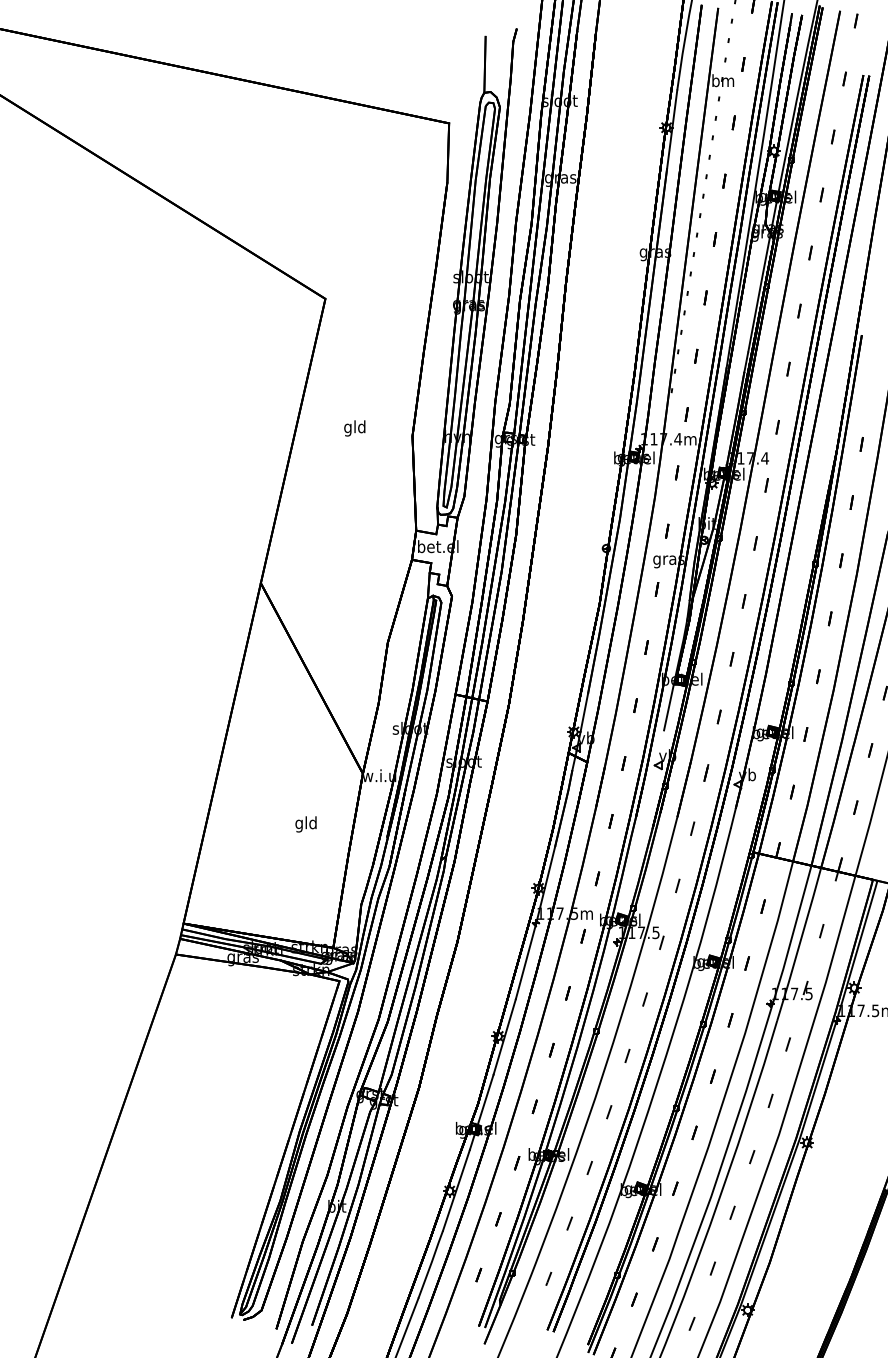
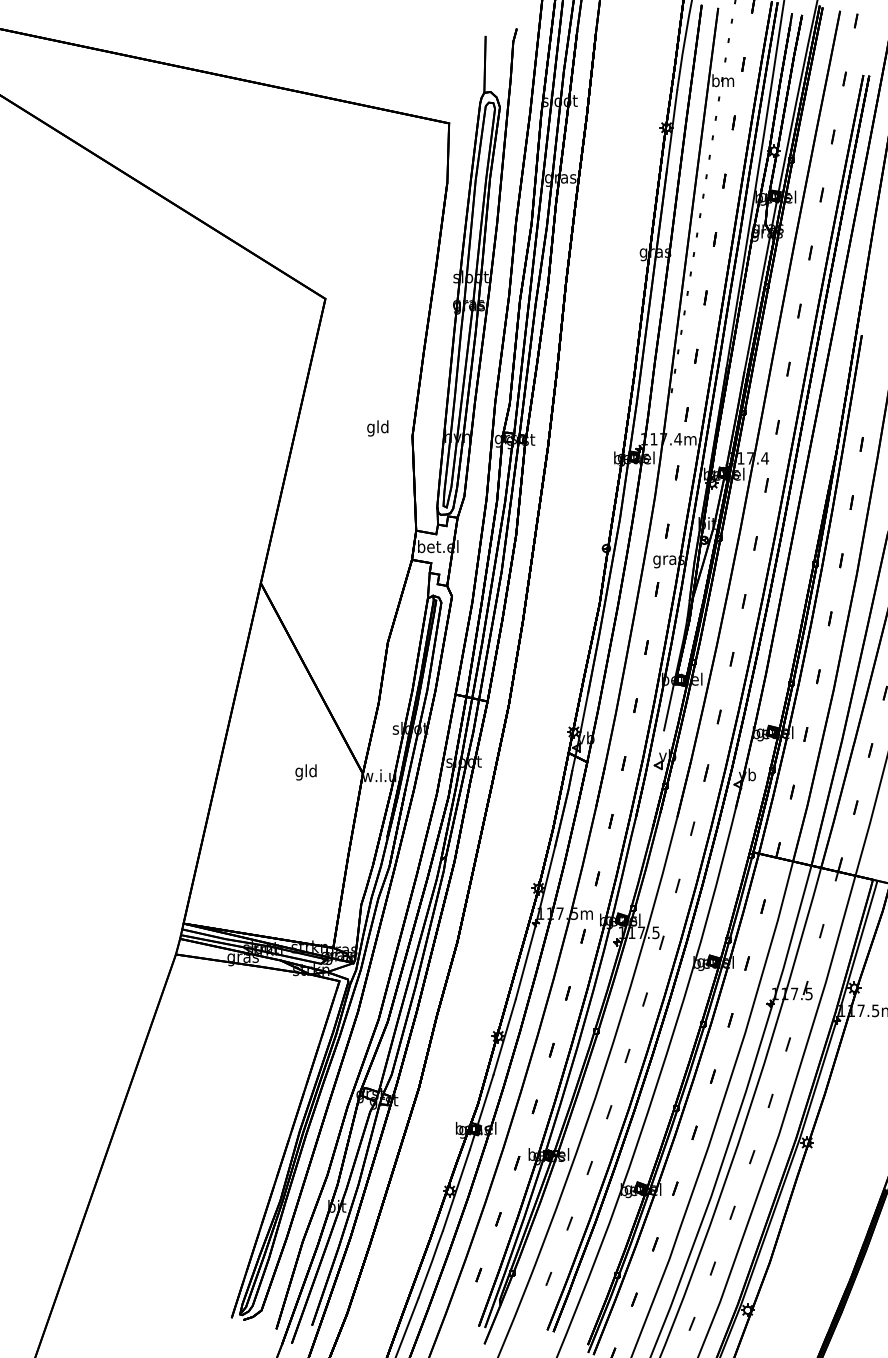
text at (354, 428) position: (354, 428) -> (377, 428)
text at (305, 824) position: (305, 824) -> (305, 772)
